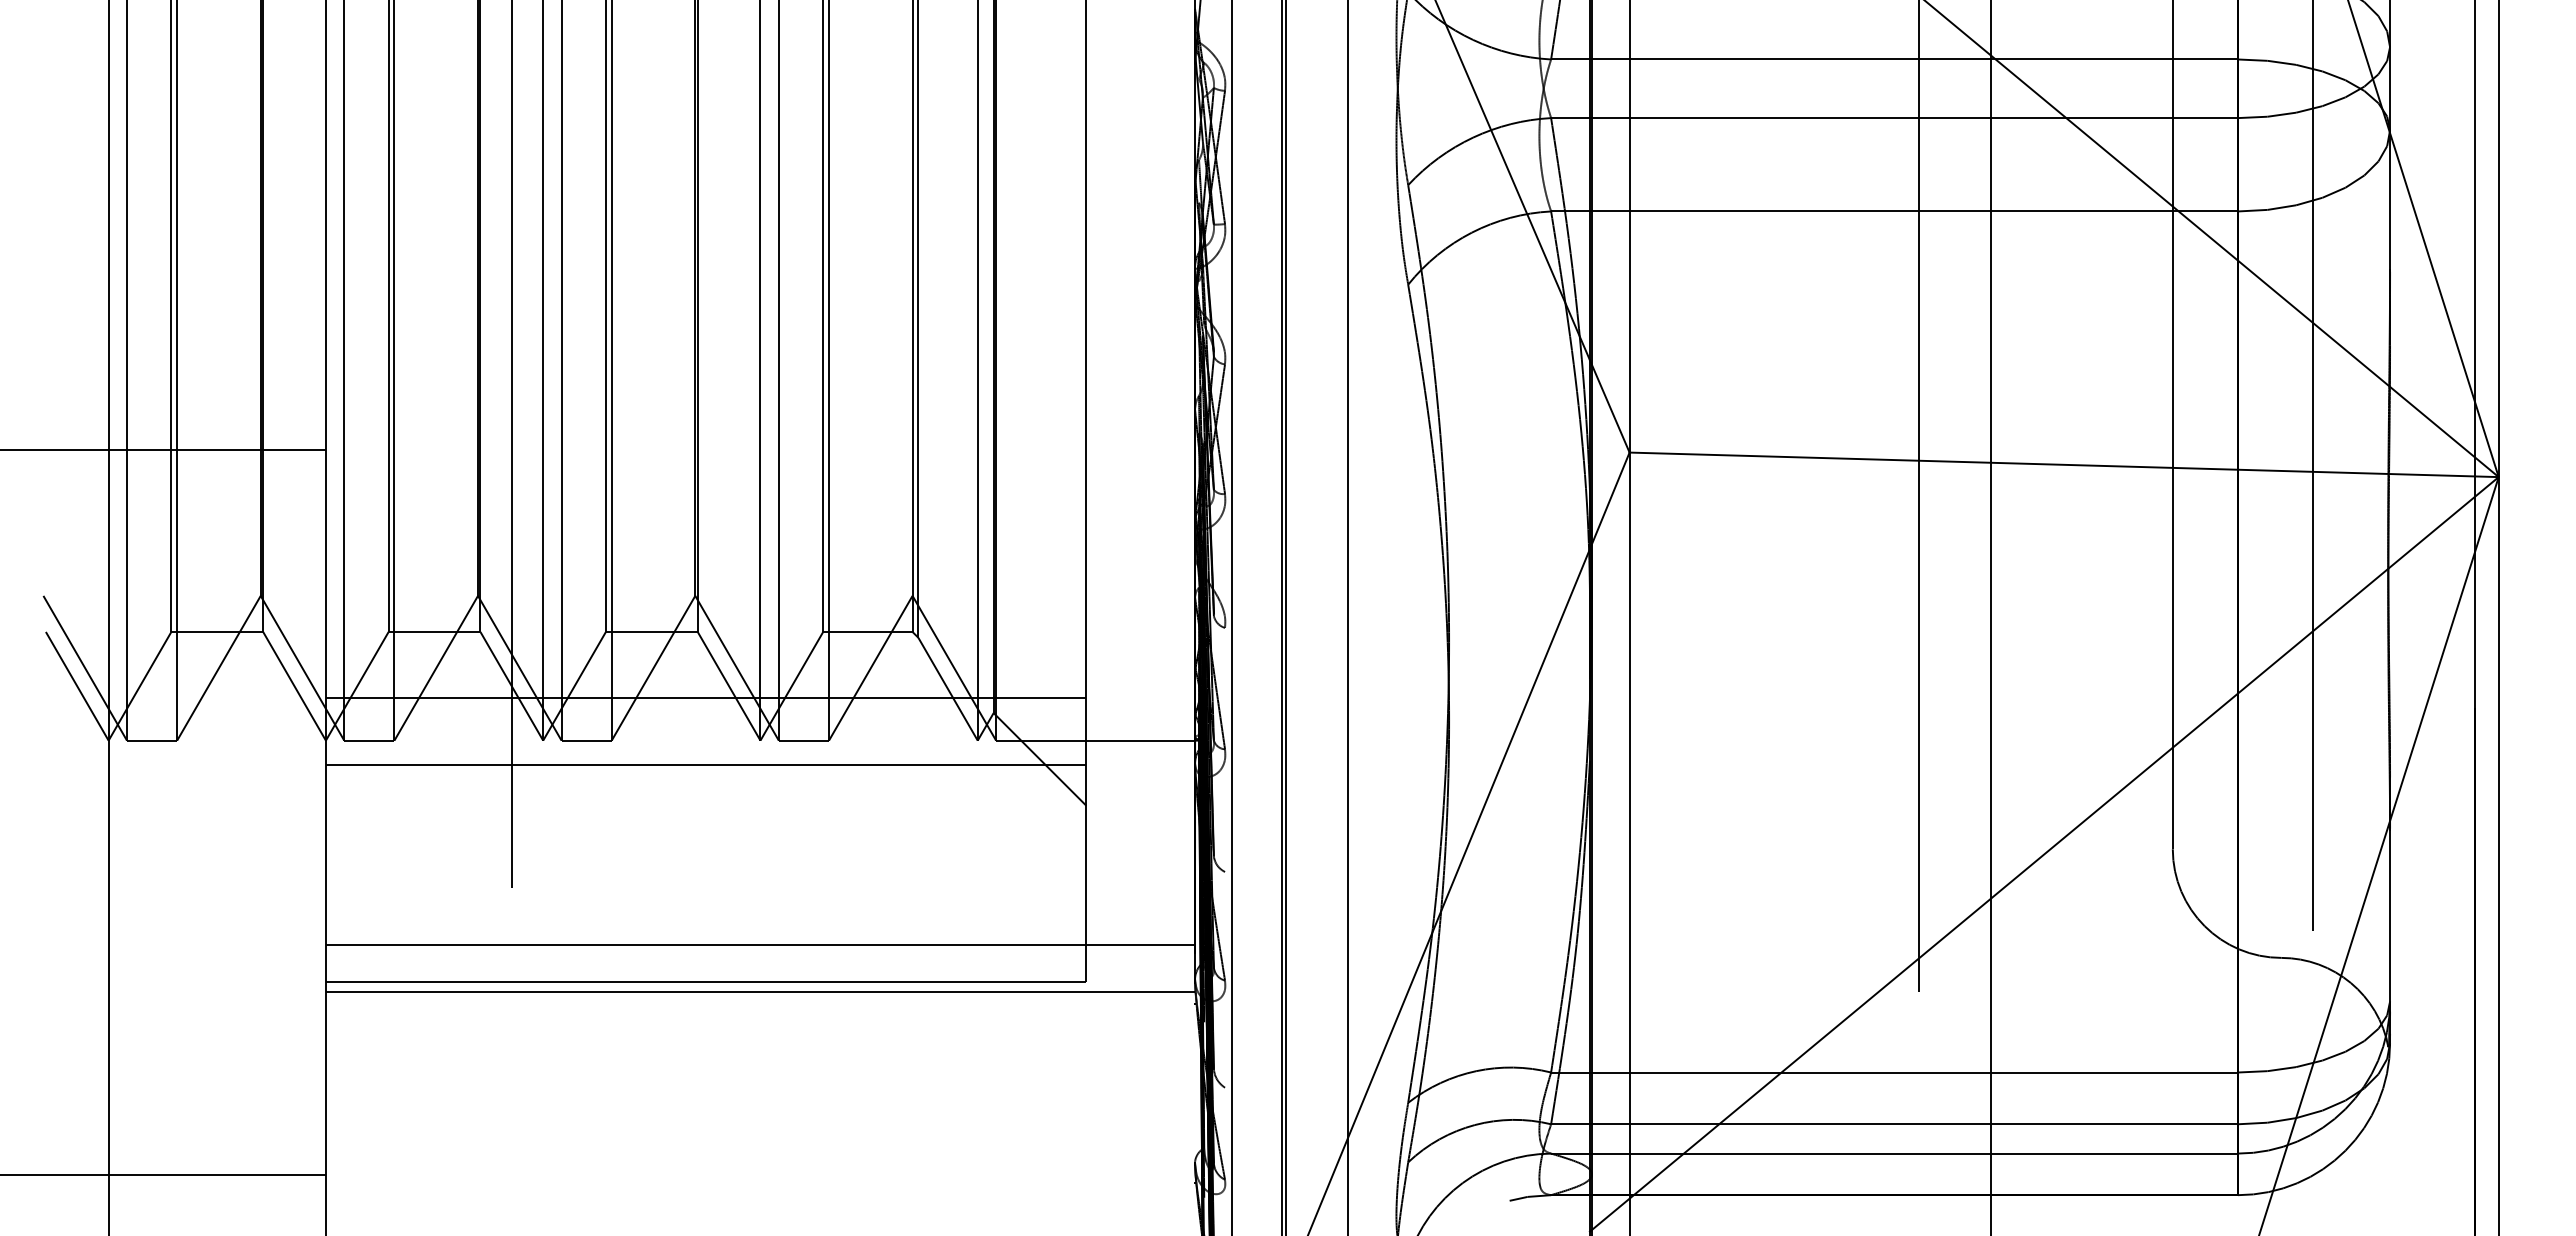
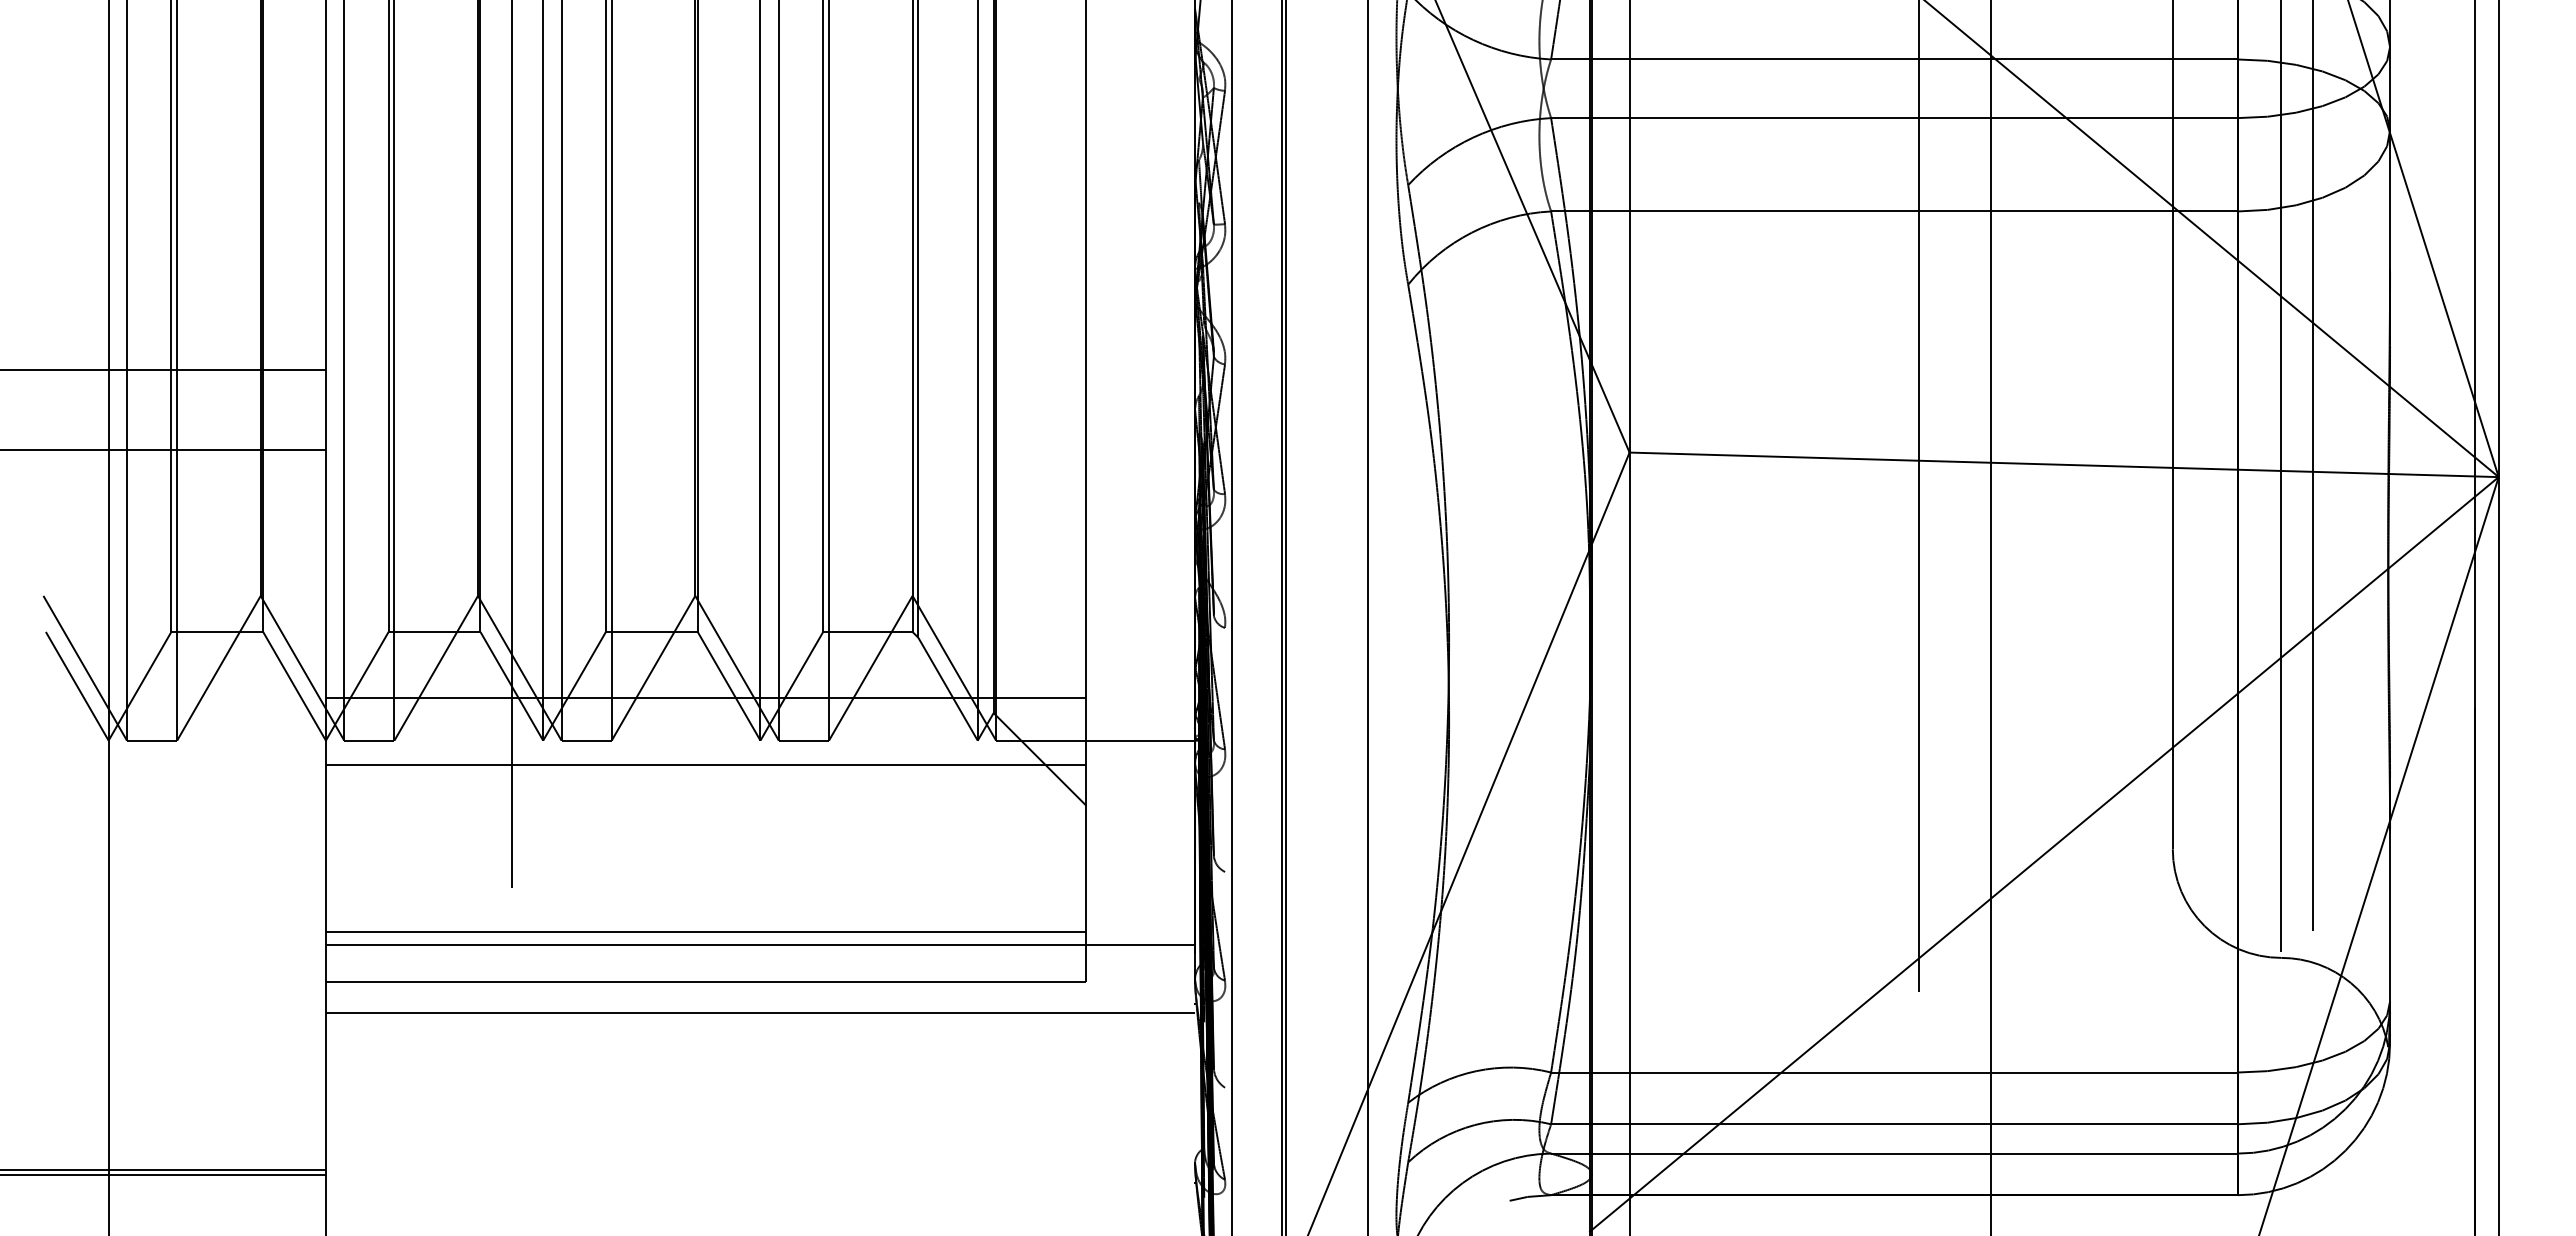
line at (163, 370): none -> present
line at (2281, 477): none -> present
line at (1347, 617) position: (1347, 617) -> (1367, 617)
line at (705, 932): none -> present
line at (760, 992) position: (760, 992) -> (760, 1013)
line at (163, 1169): none -> present
